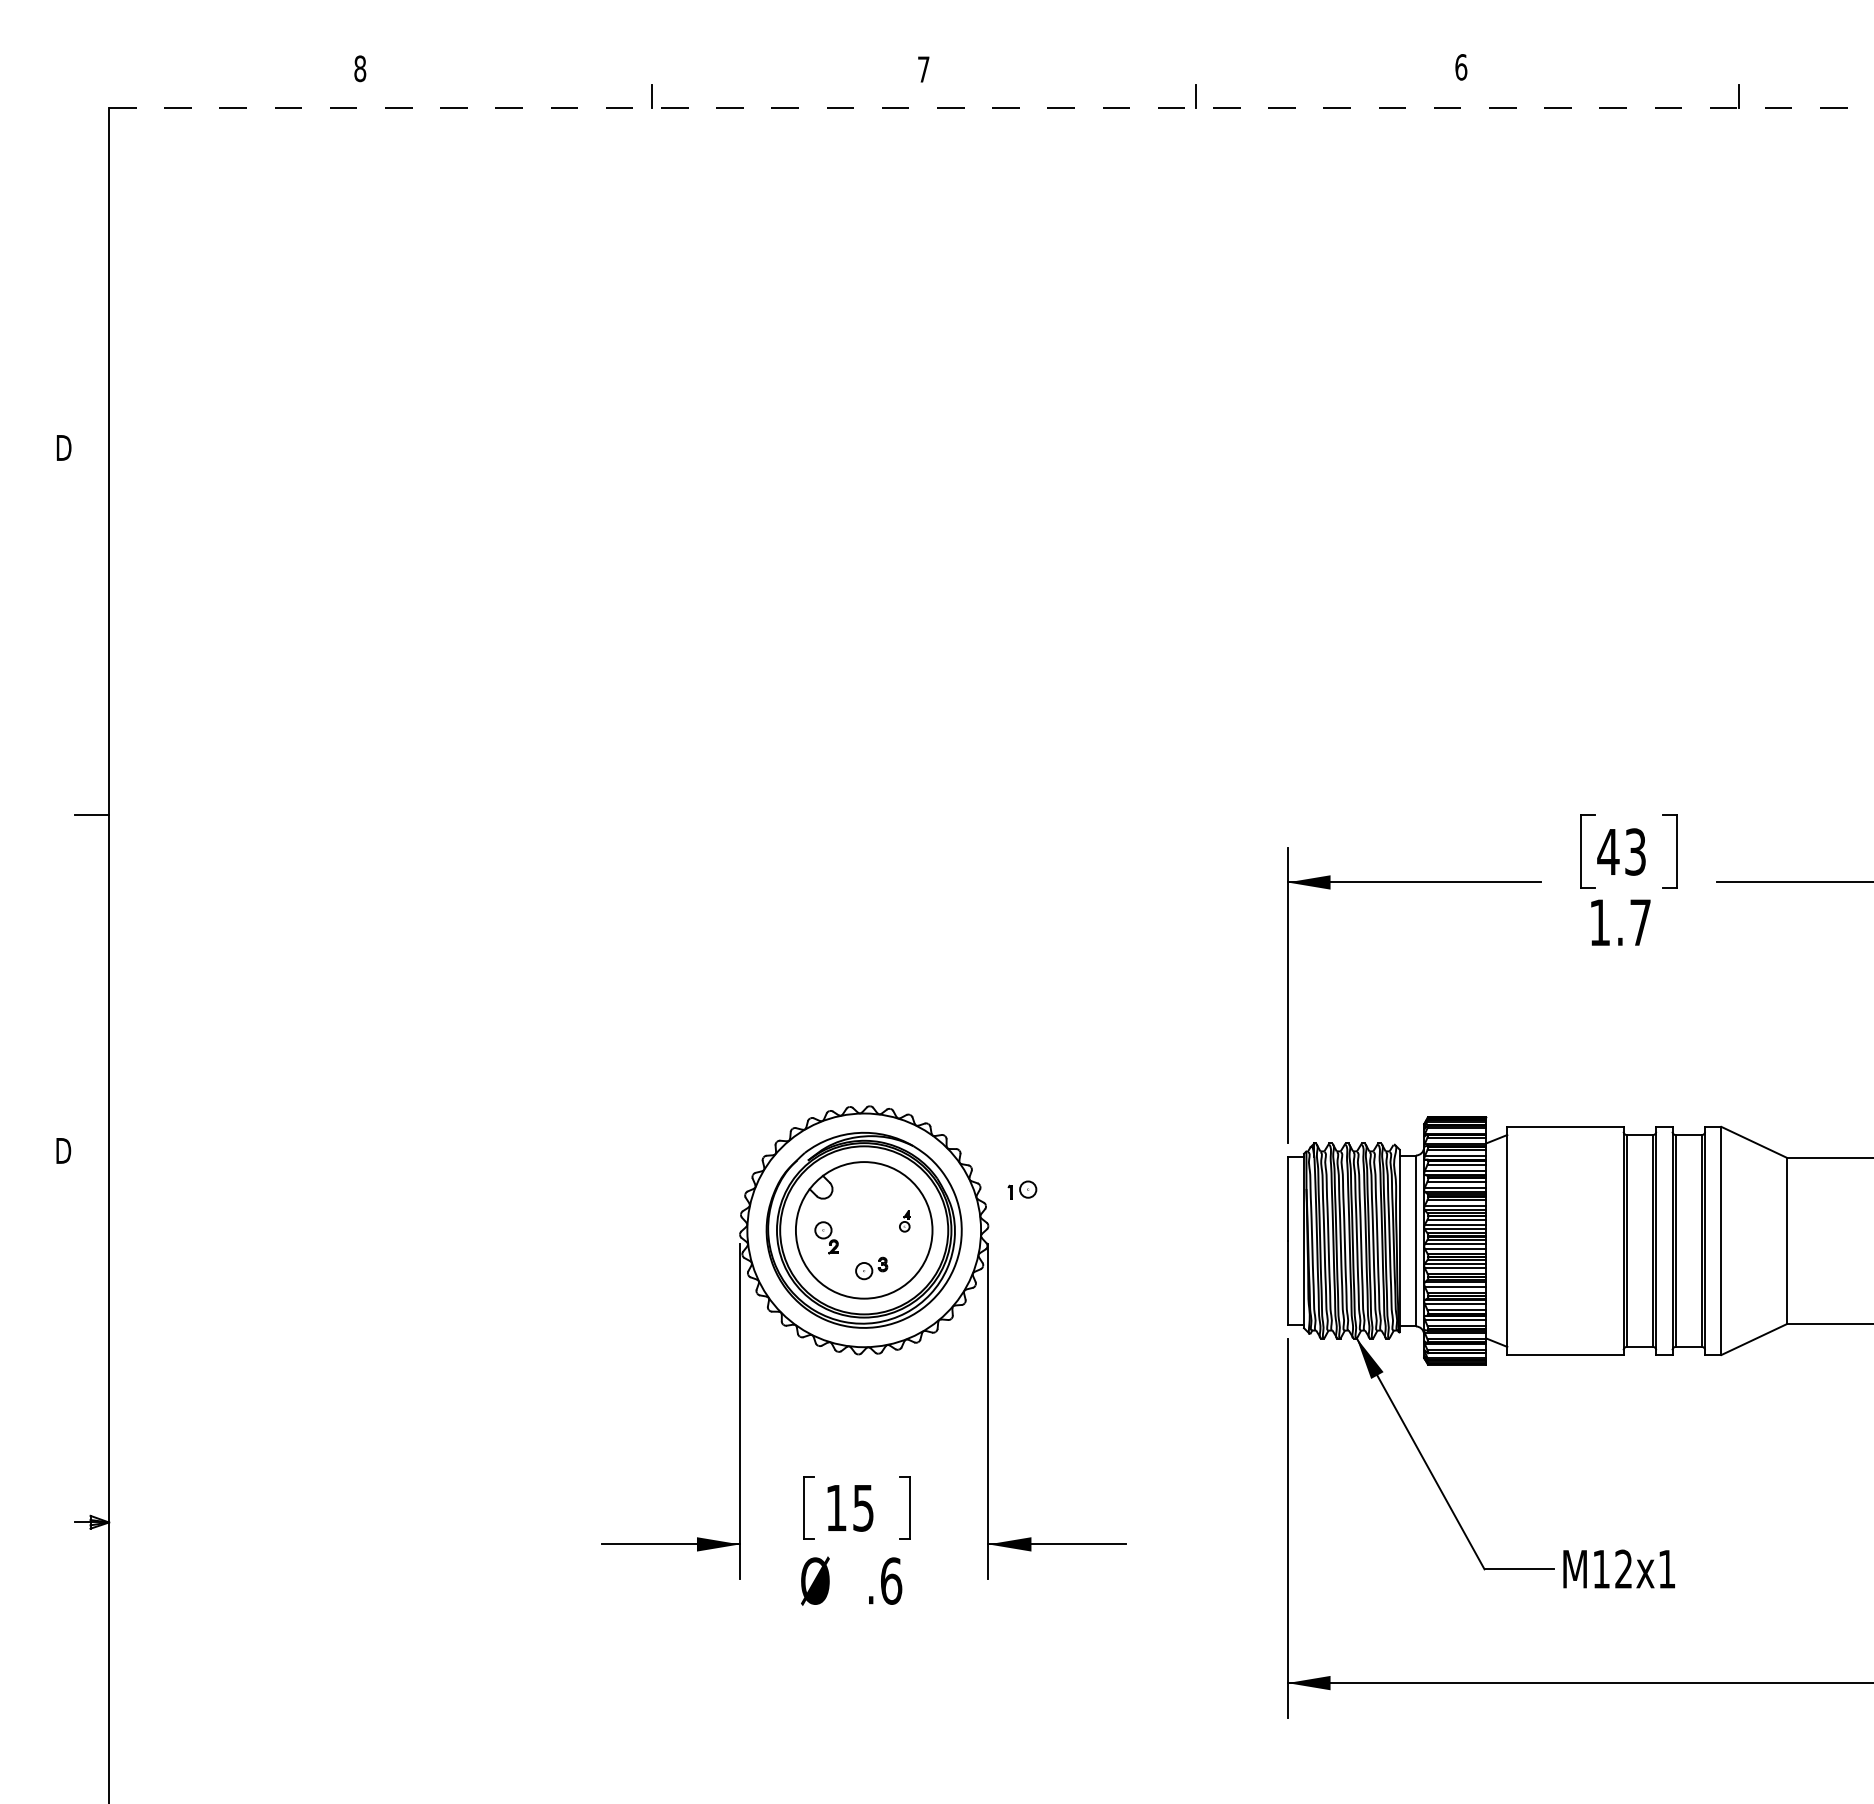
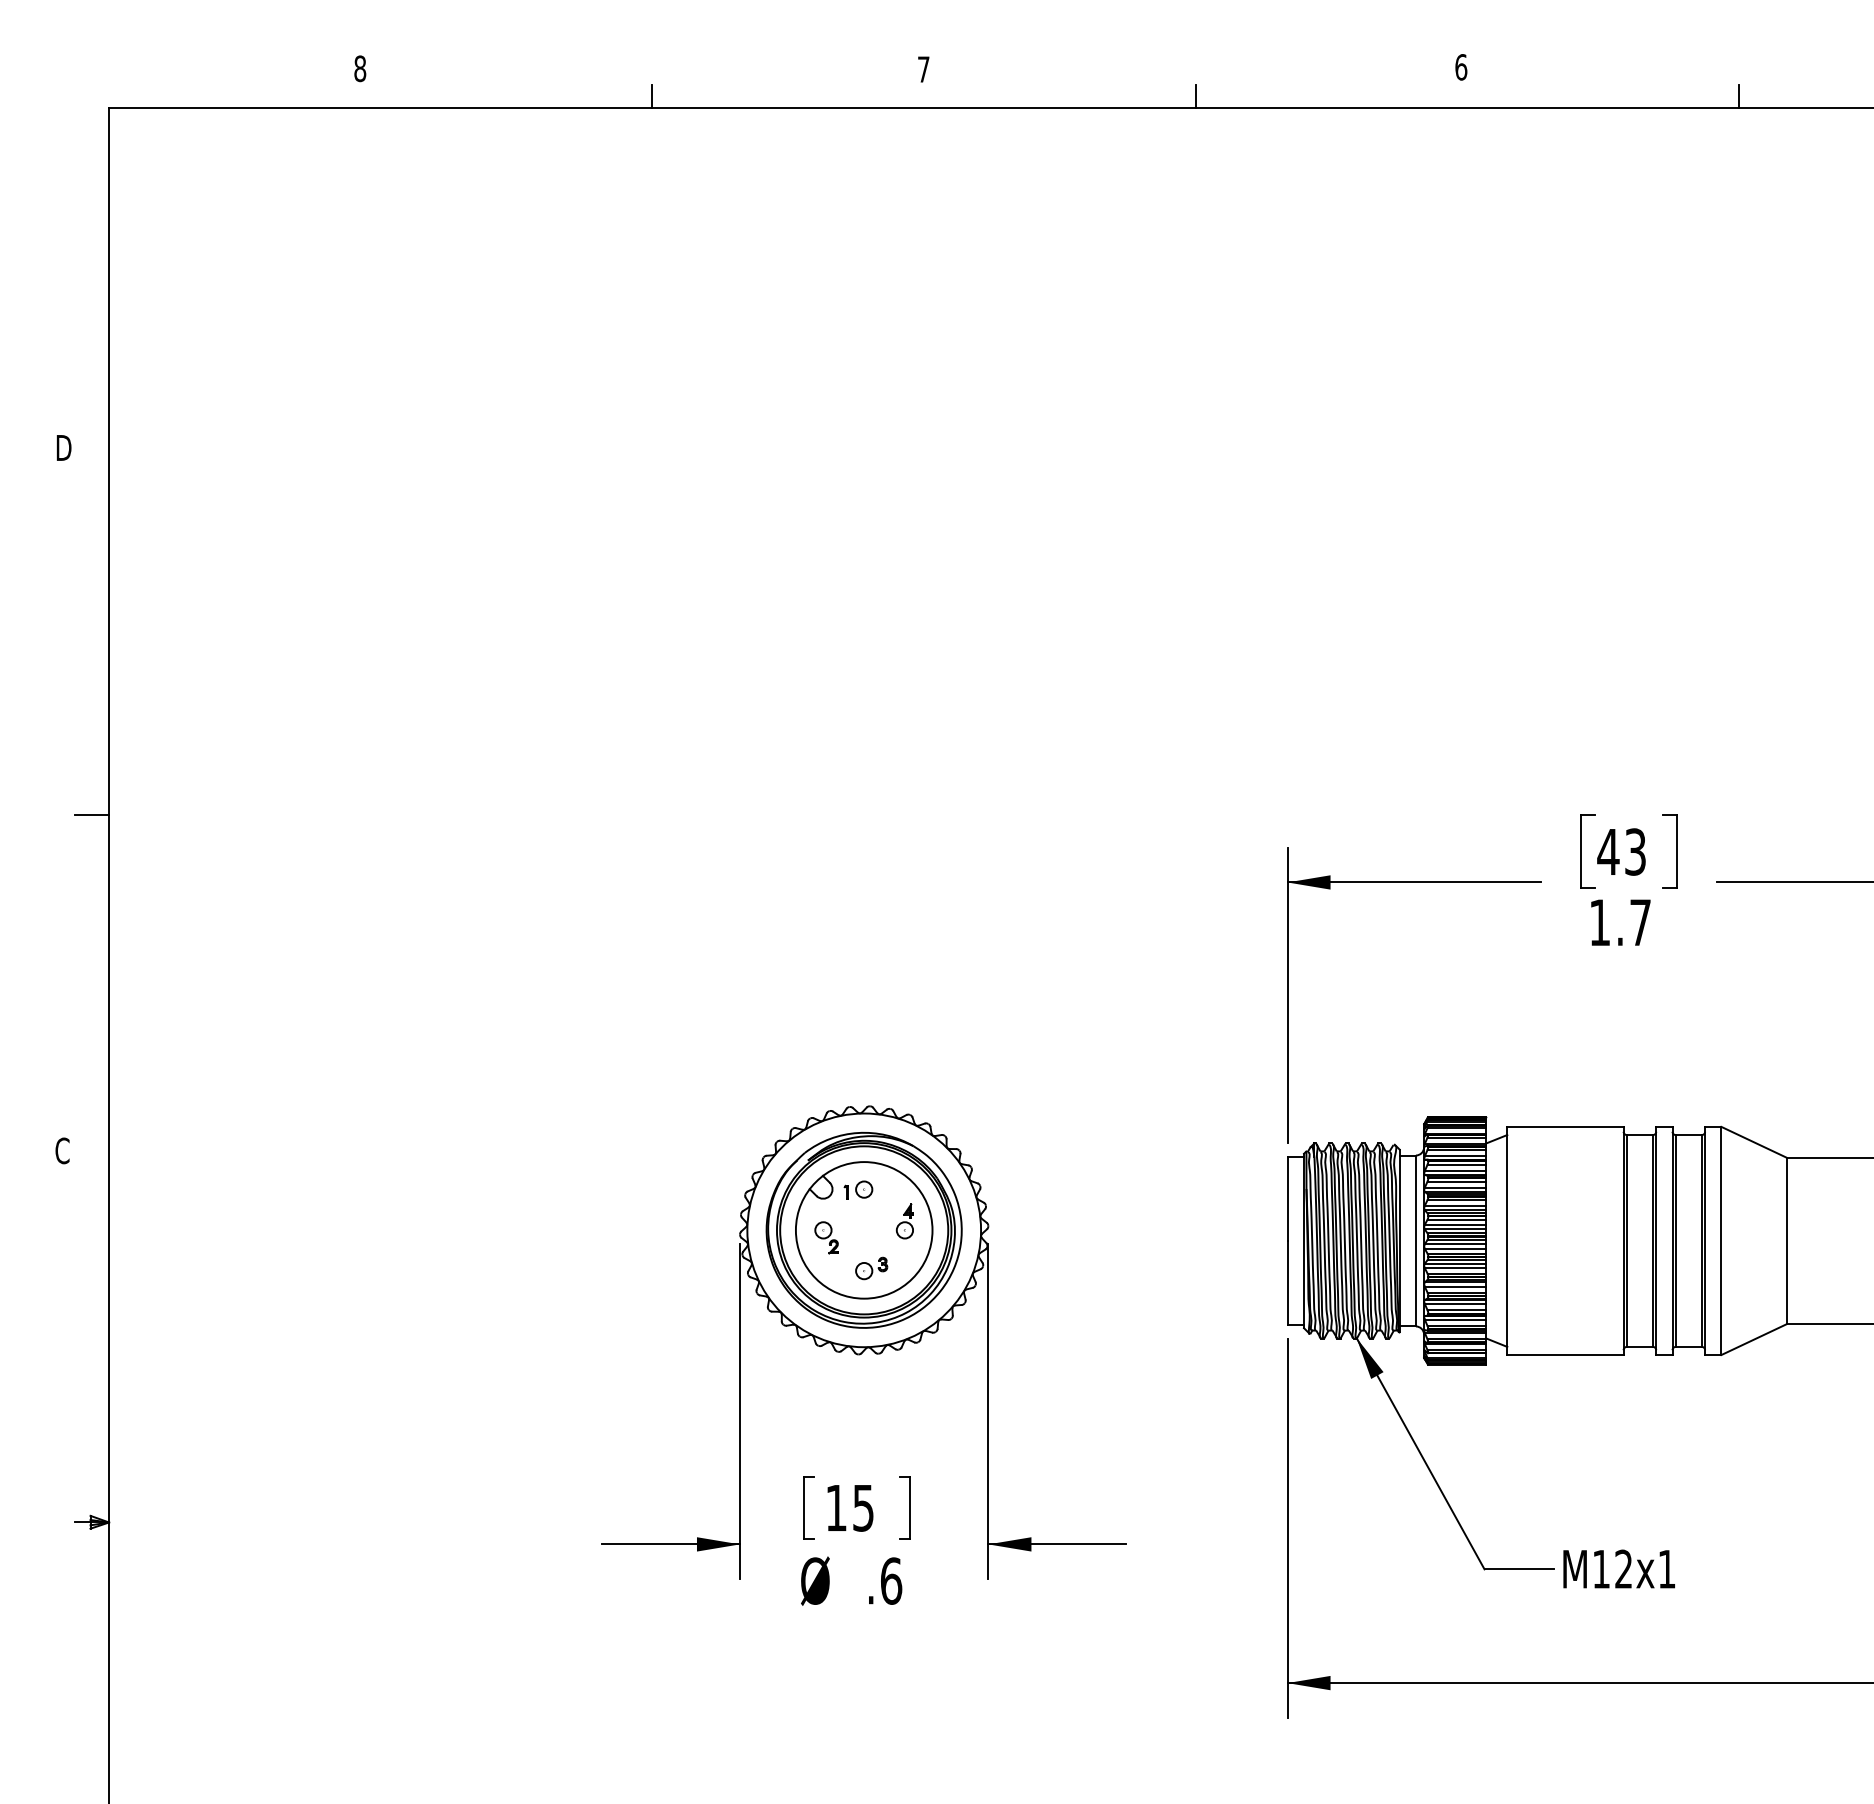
line at (991, 108): dashed -> solid
text at (63, 1150): D -> C
part at (1022, 1189) position: (1022, 1189) -> (858, 1189)
part at (904, 1221) size: 12x23 px -> 19x37 px
